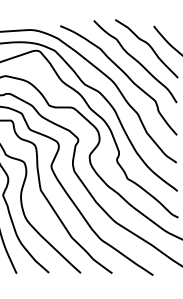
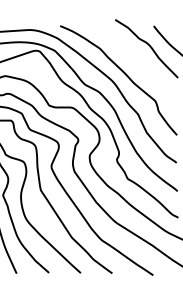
curve at (135, 60): present -> none
